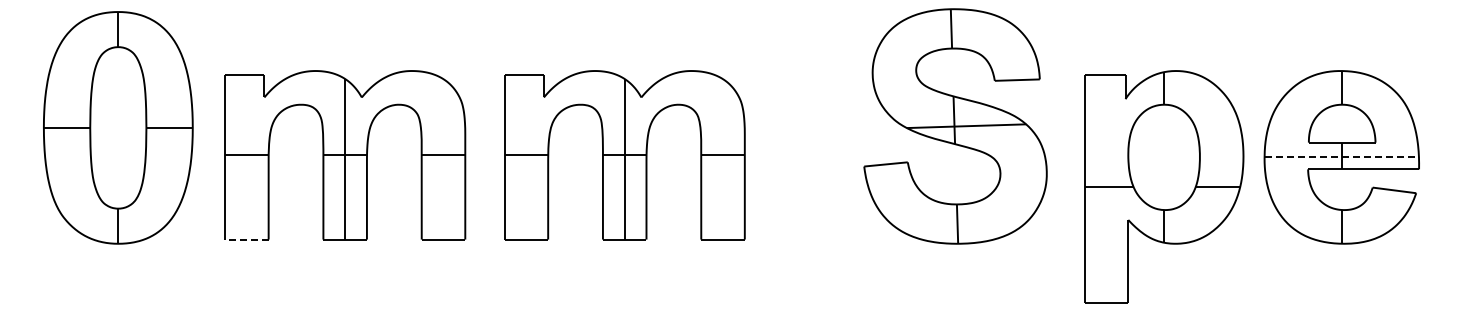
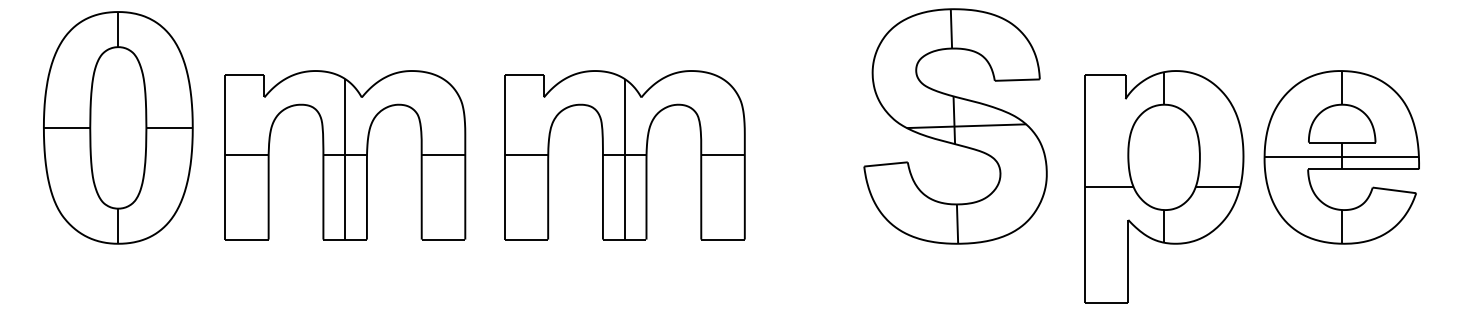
line at (1342, 157): dashed -> solid
line at (246, 239): dashed -> solid
